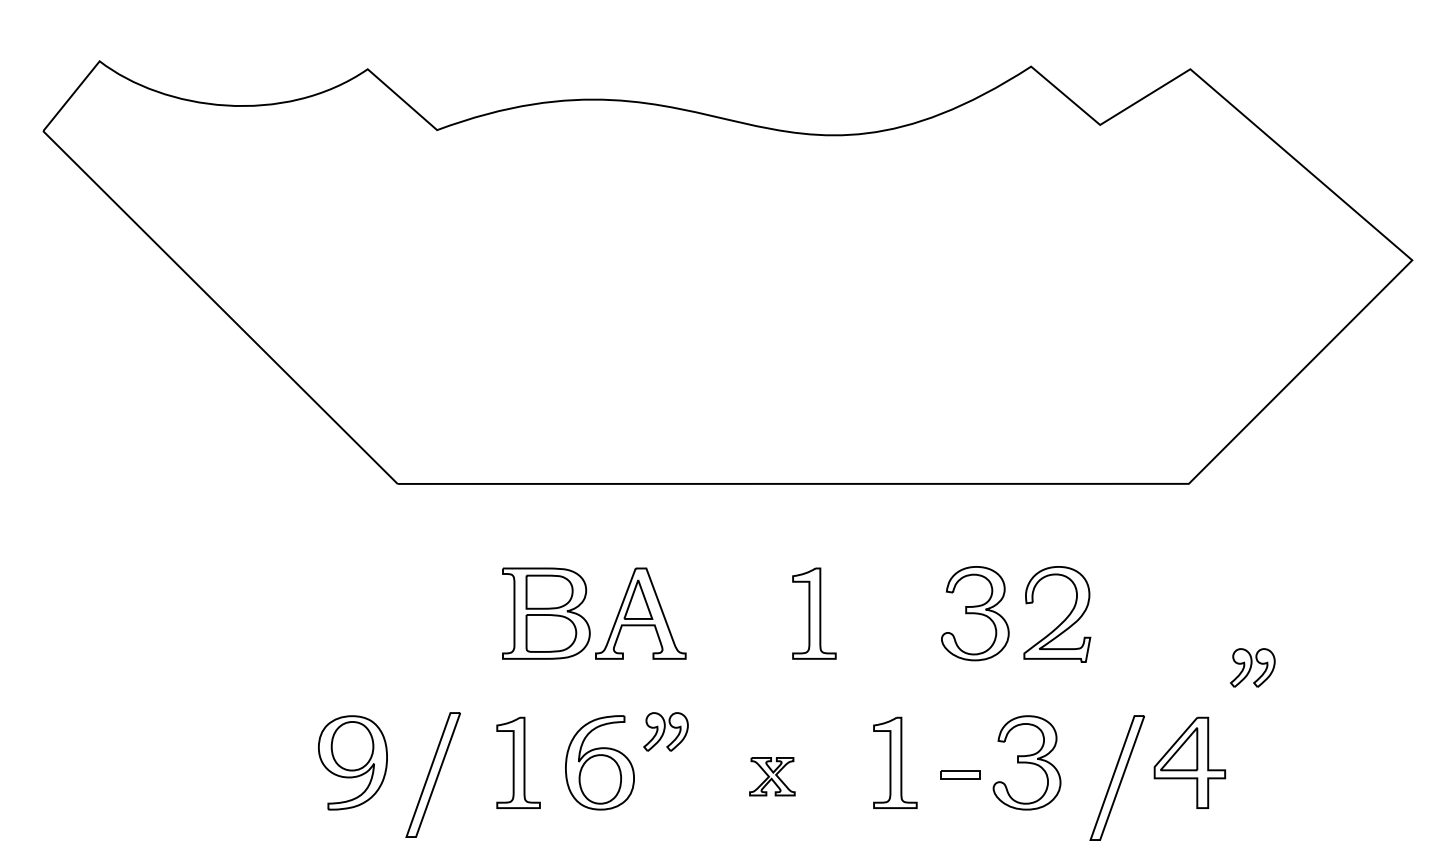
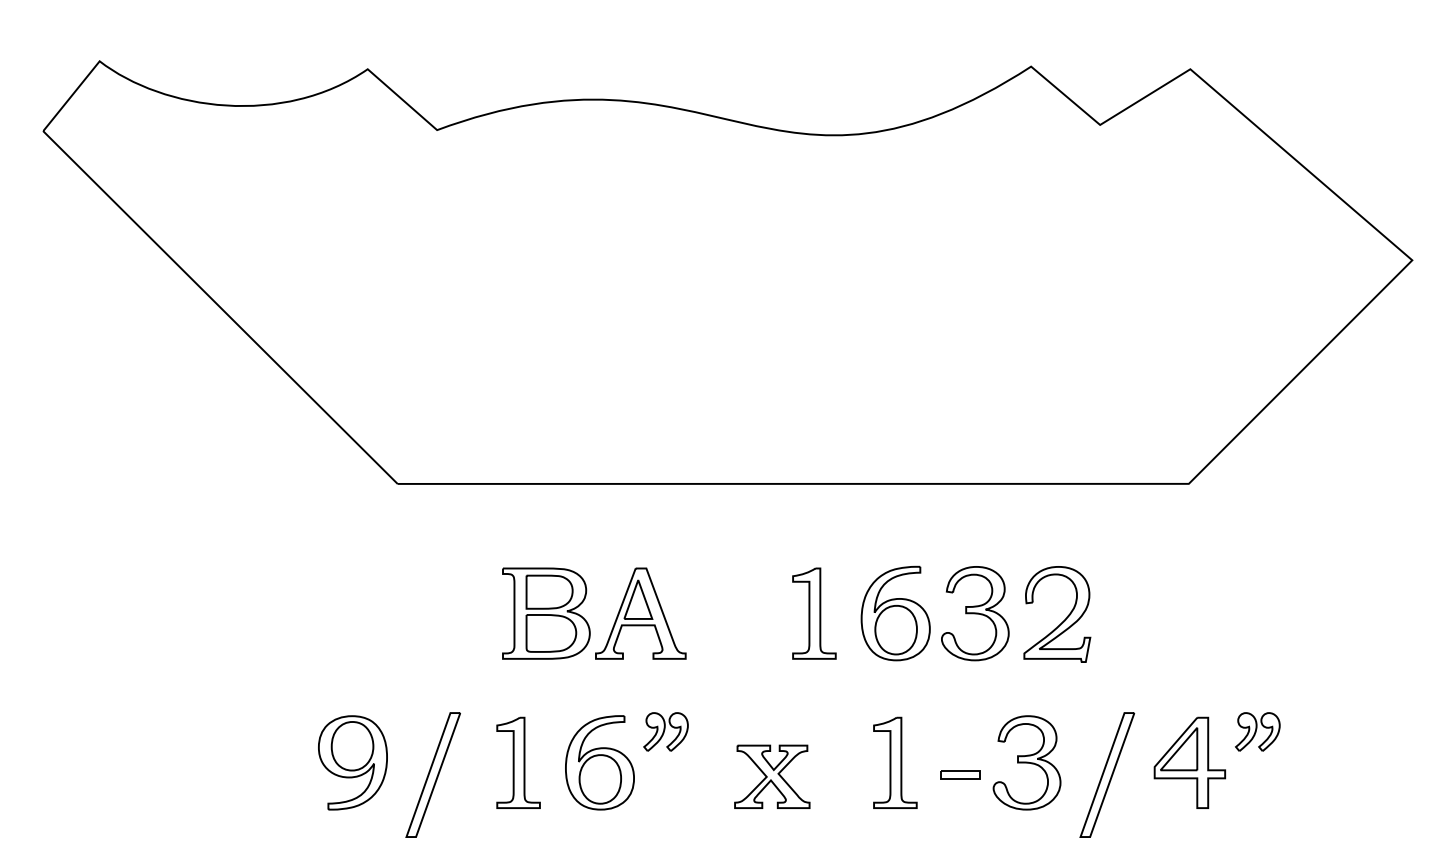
part at (895, 613): none -> present
part at (1252, 667) position: (1252, 667) -> (1257, 731)
part at (772, 776) size: 47x40 px -> 77x65 px
part at (1117, 777) position: (1117, 777) -> (1107, 774)
